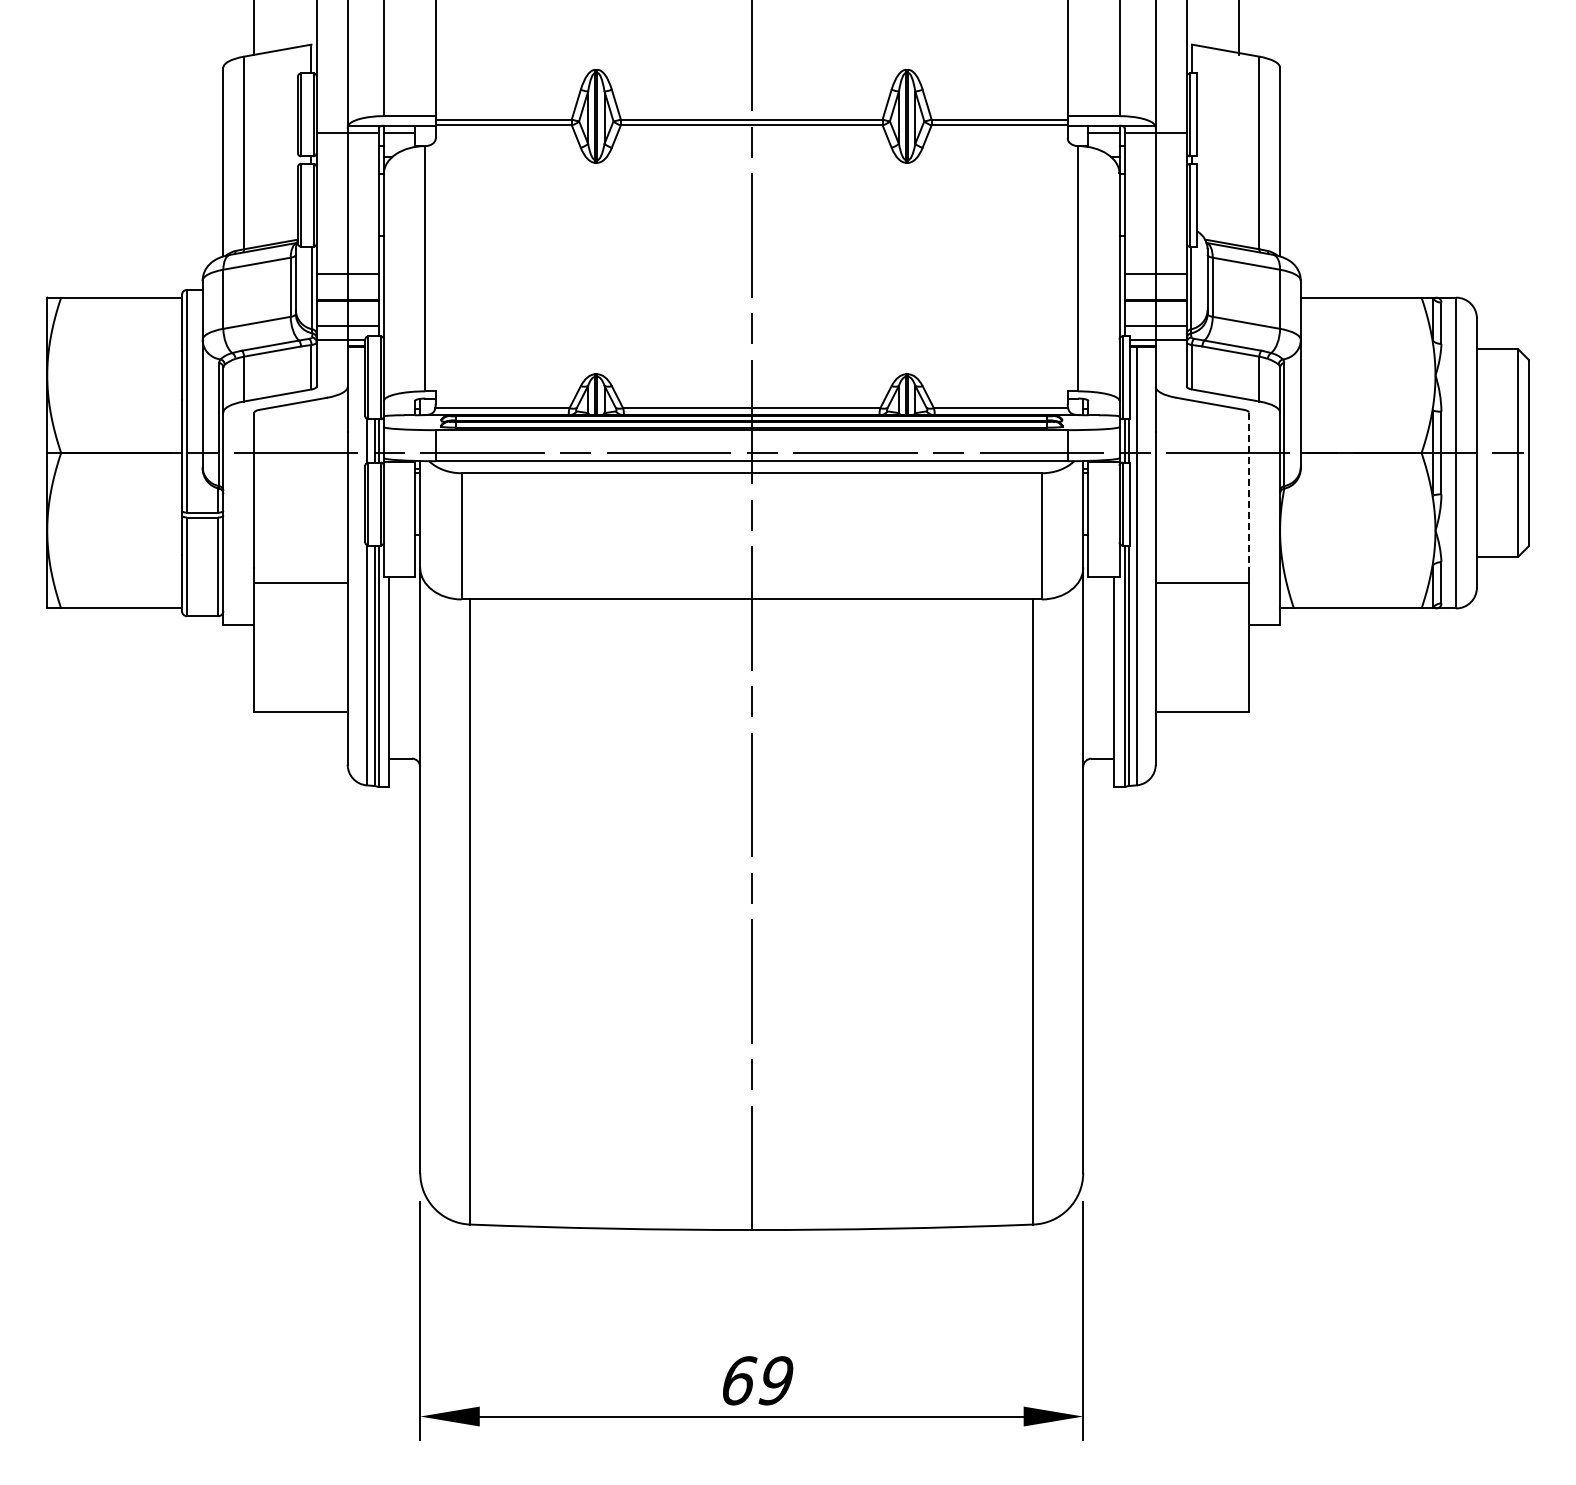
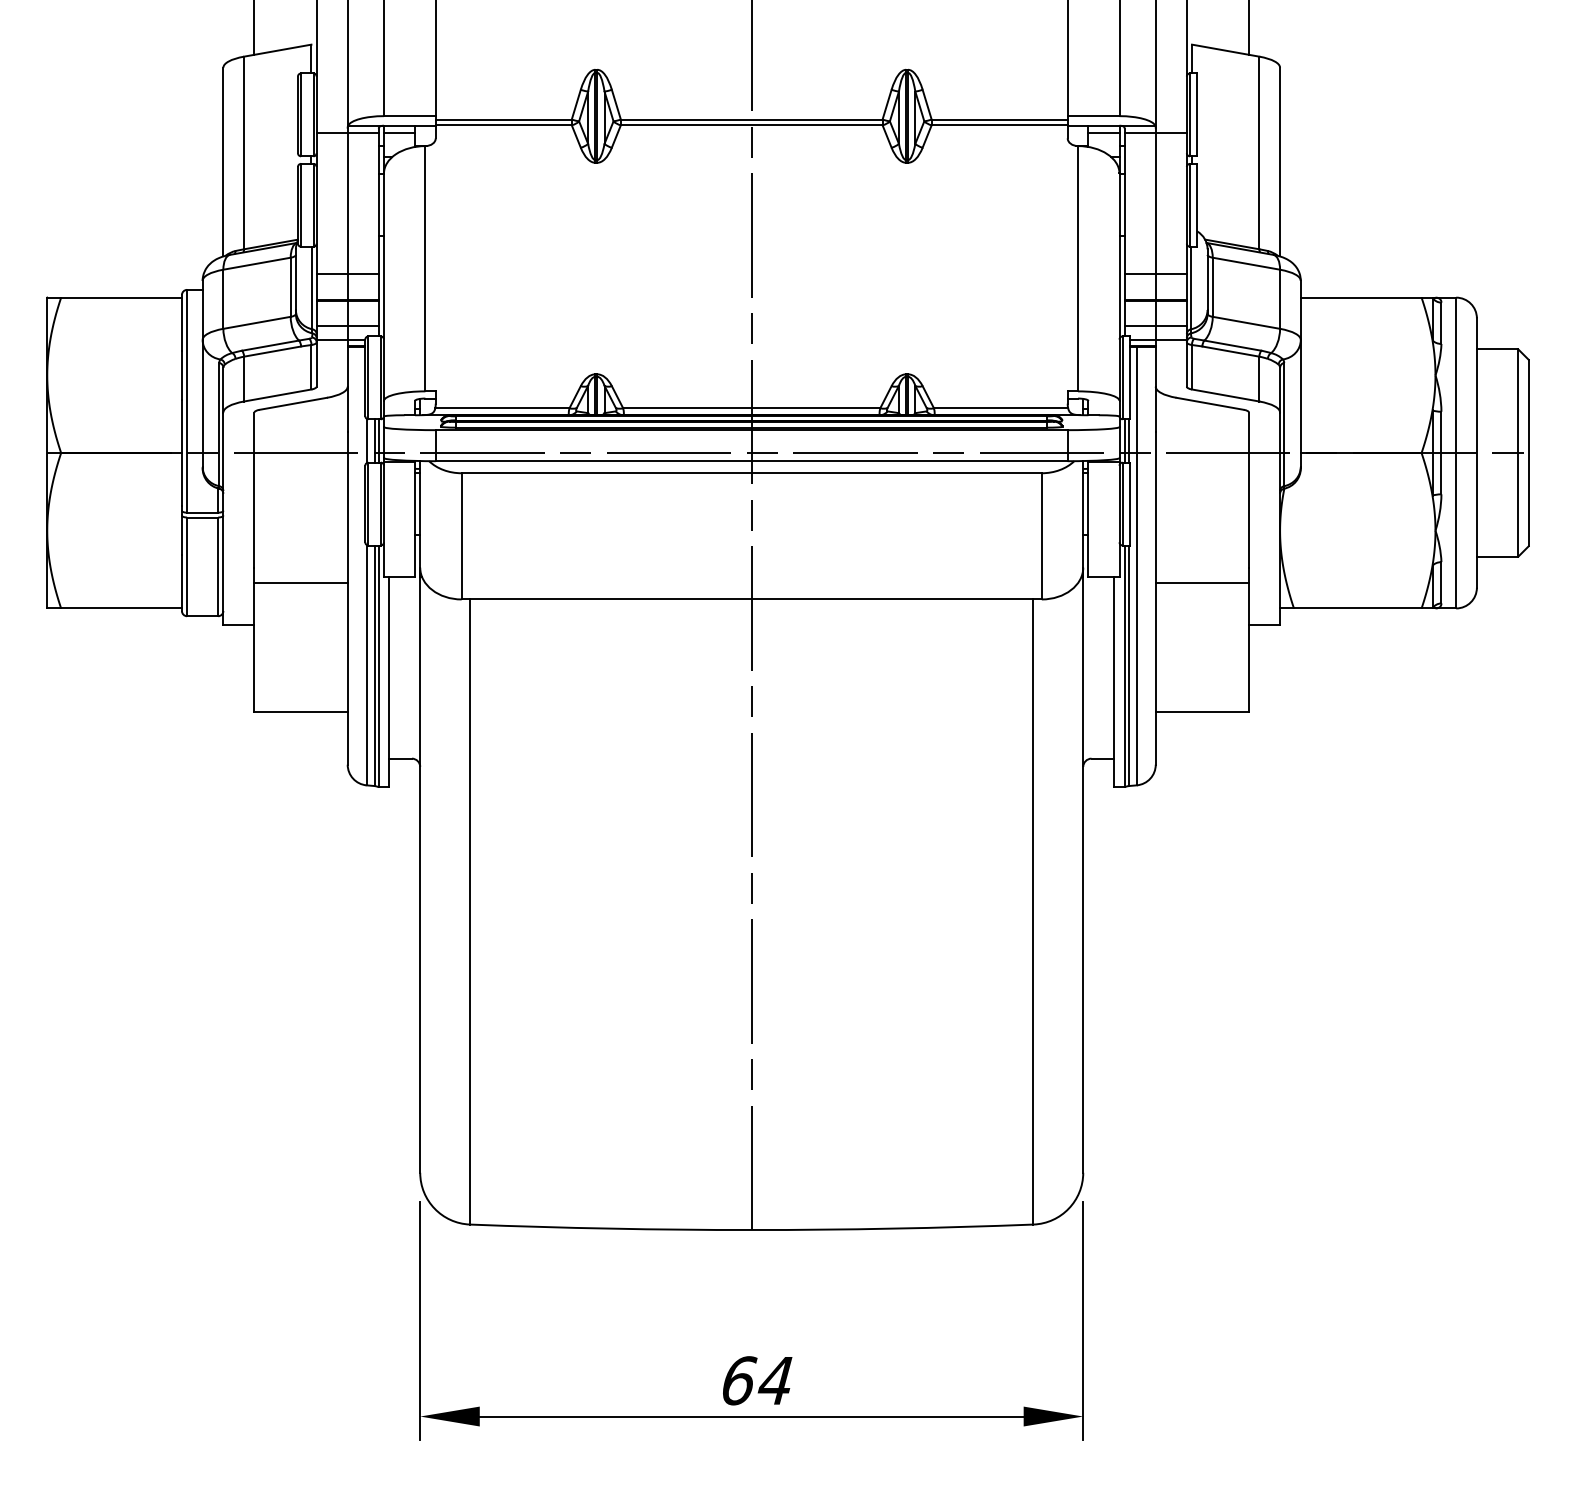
line at (1239, 28) position: (1239, 28) -> (1249, 28)
line at (1249, 490): dashed -> solid
text at (775, 1380): 69 -> 64
